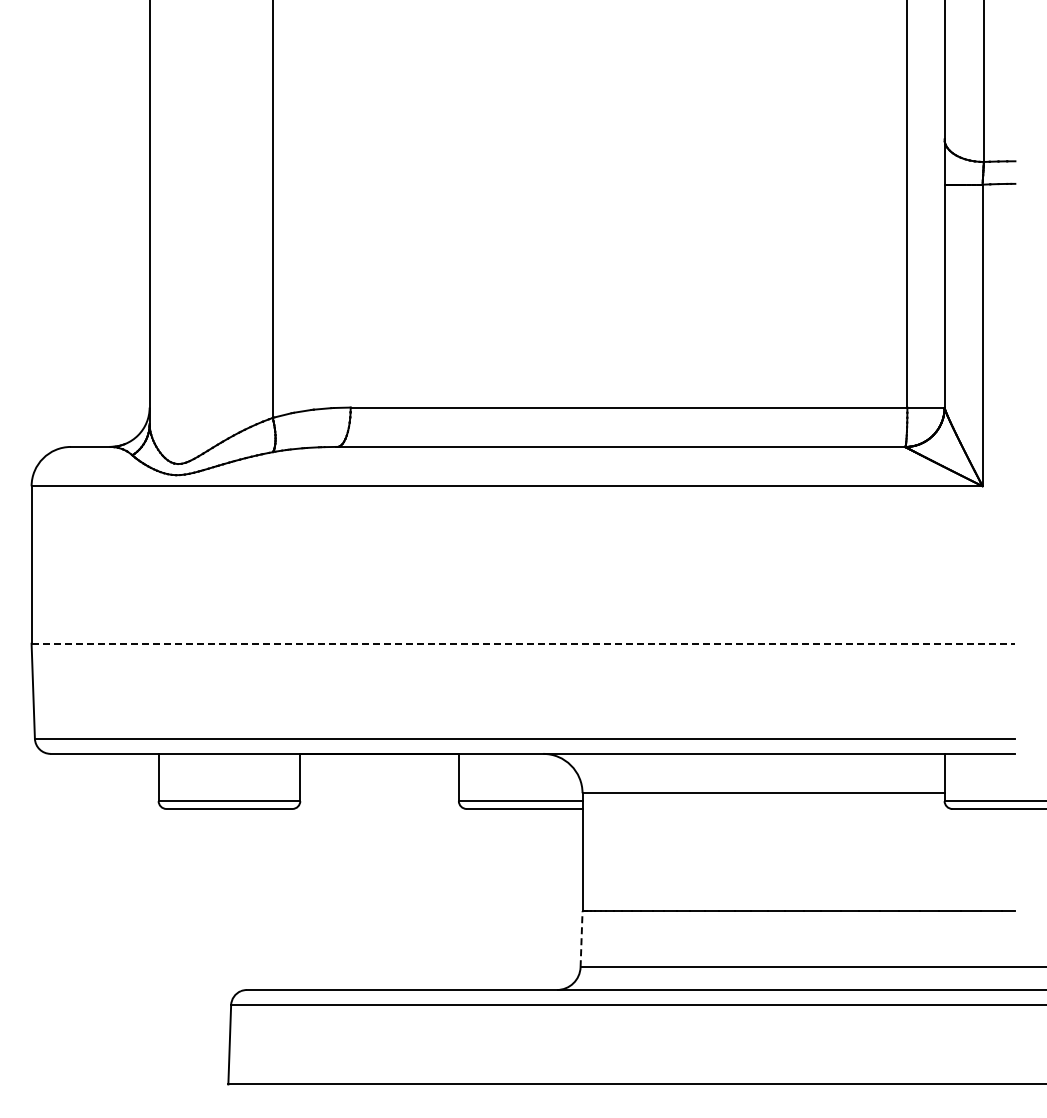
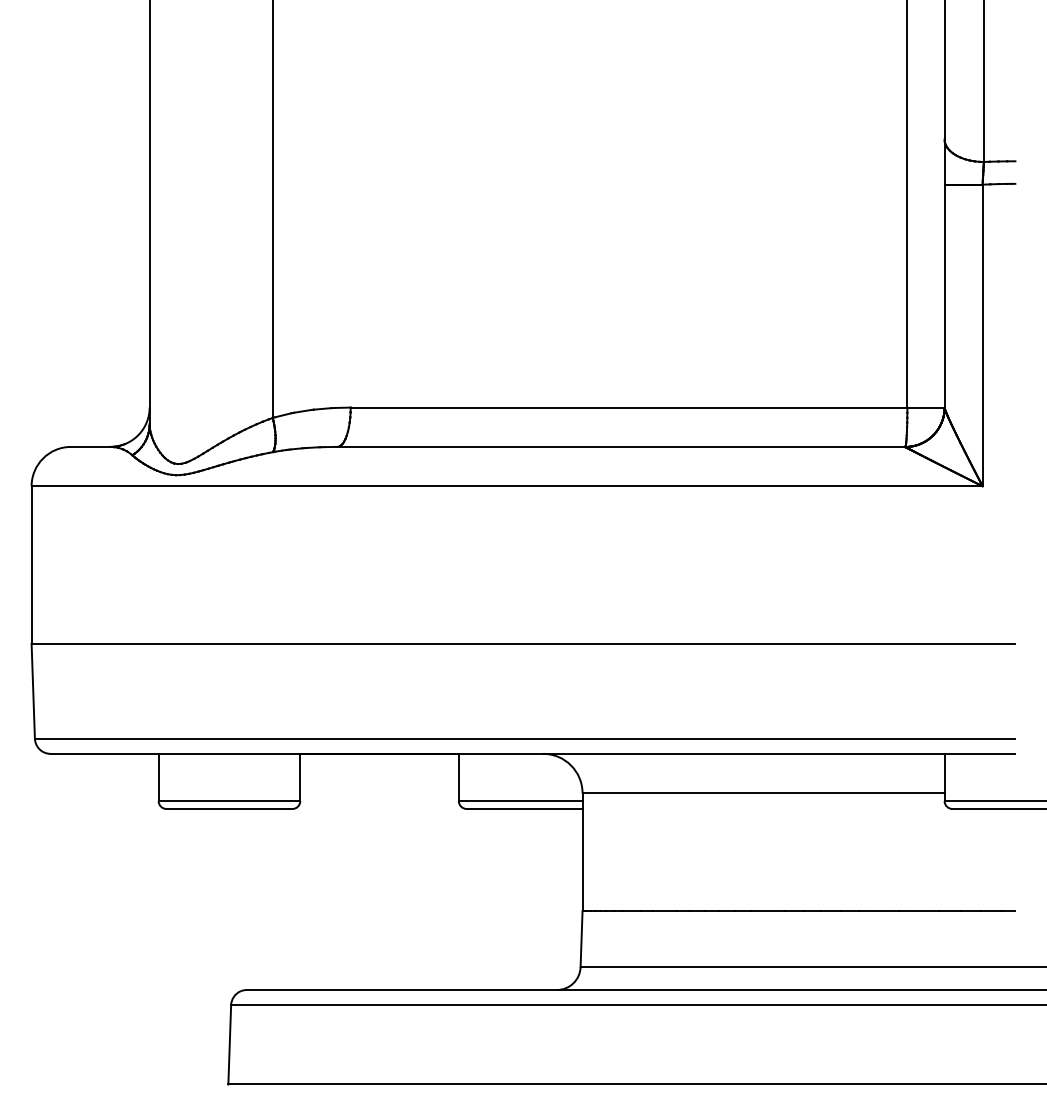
line at (523, 643): dashed -> solid
line at (581, 939): dashed -> solid
